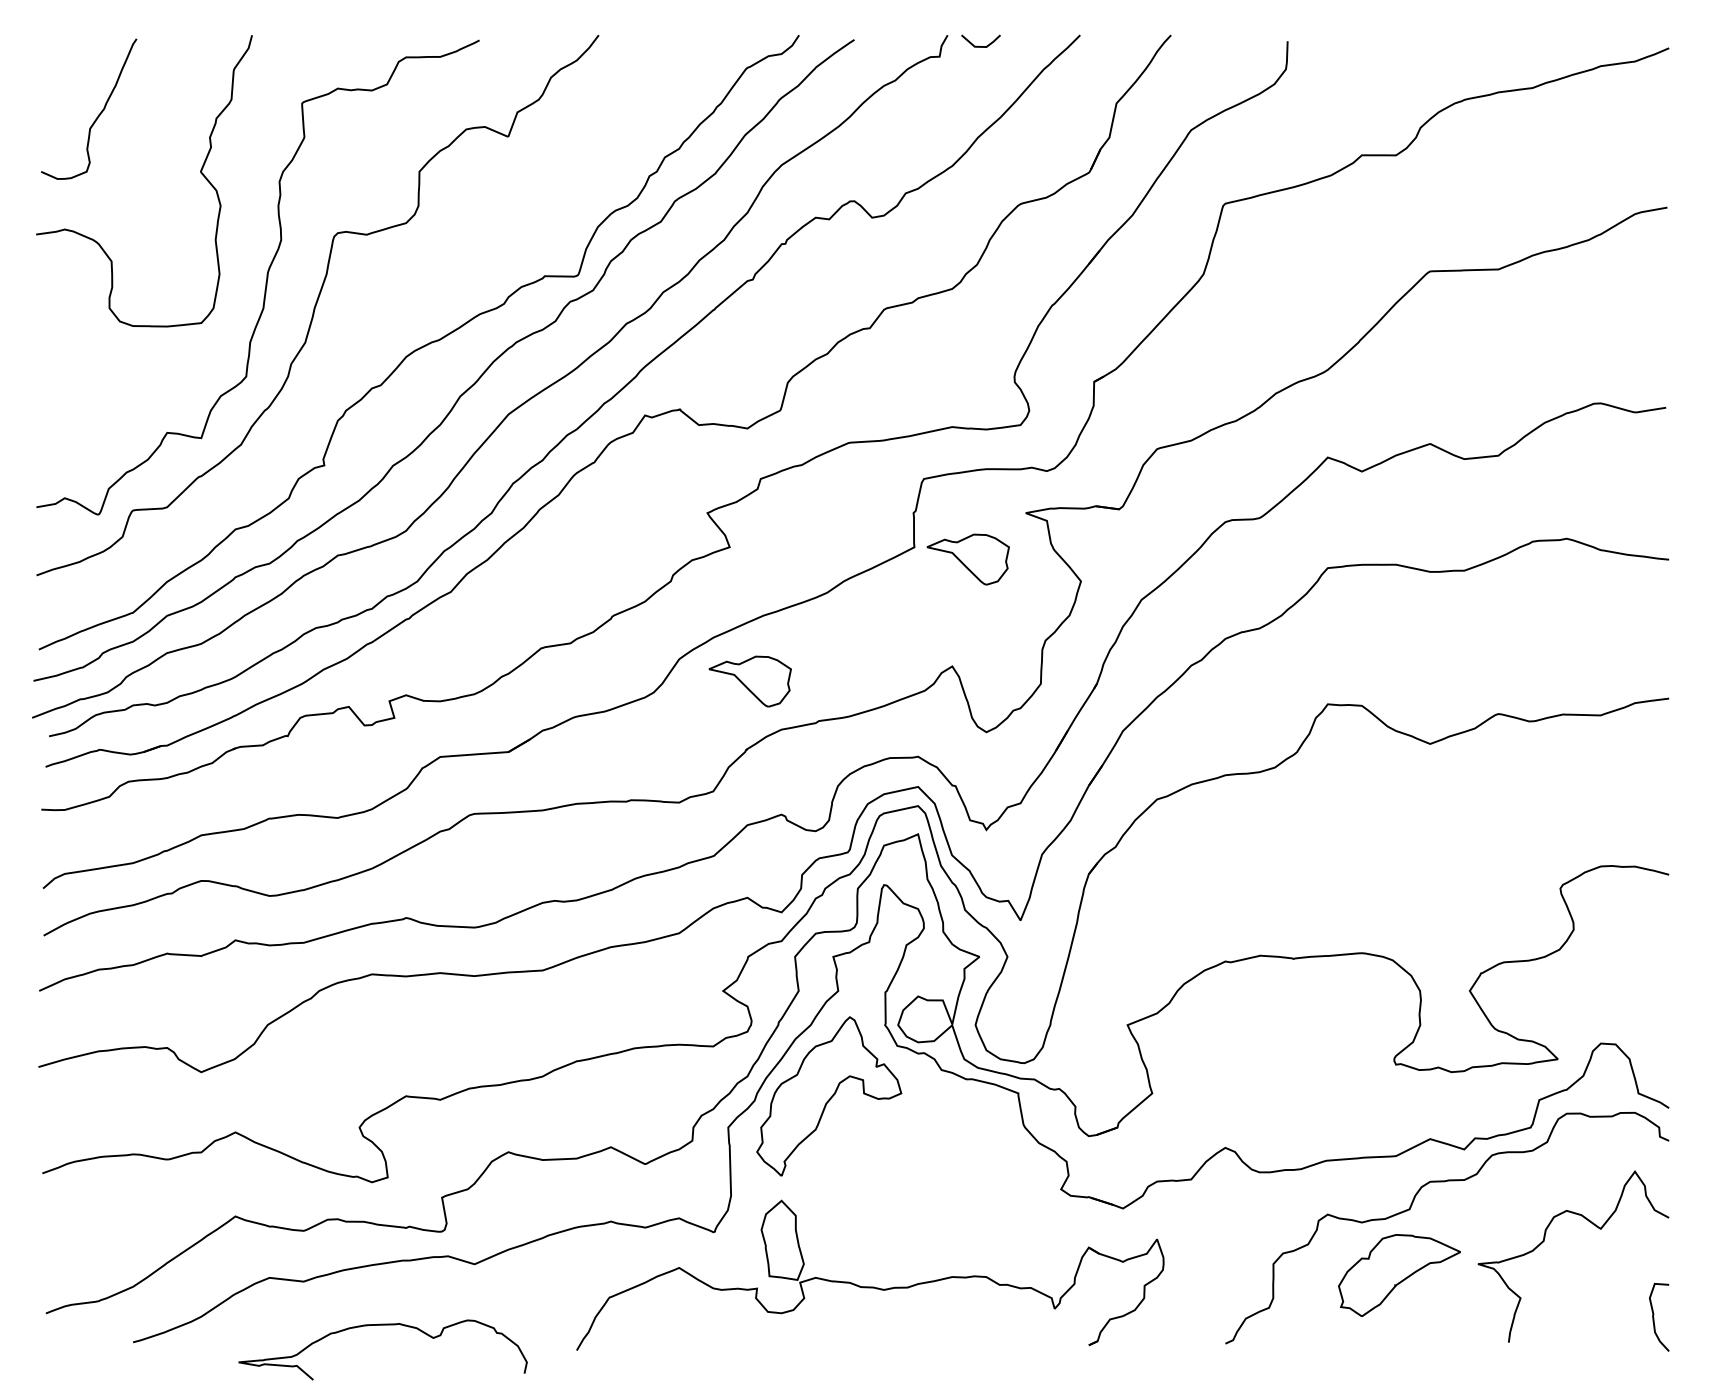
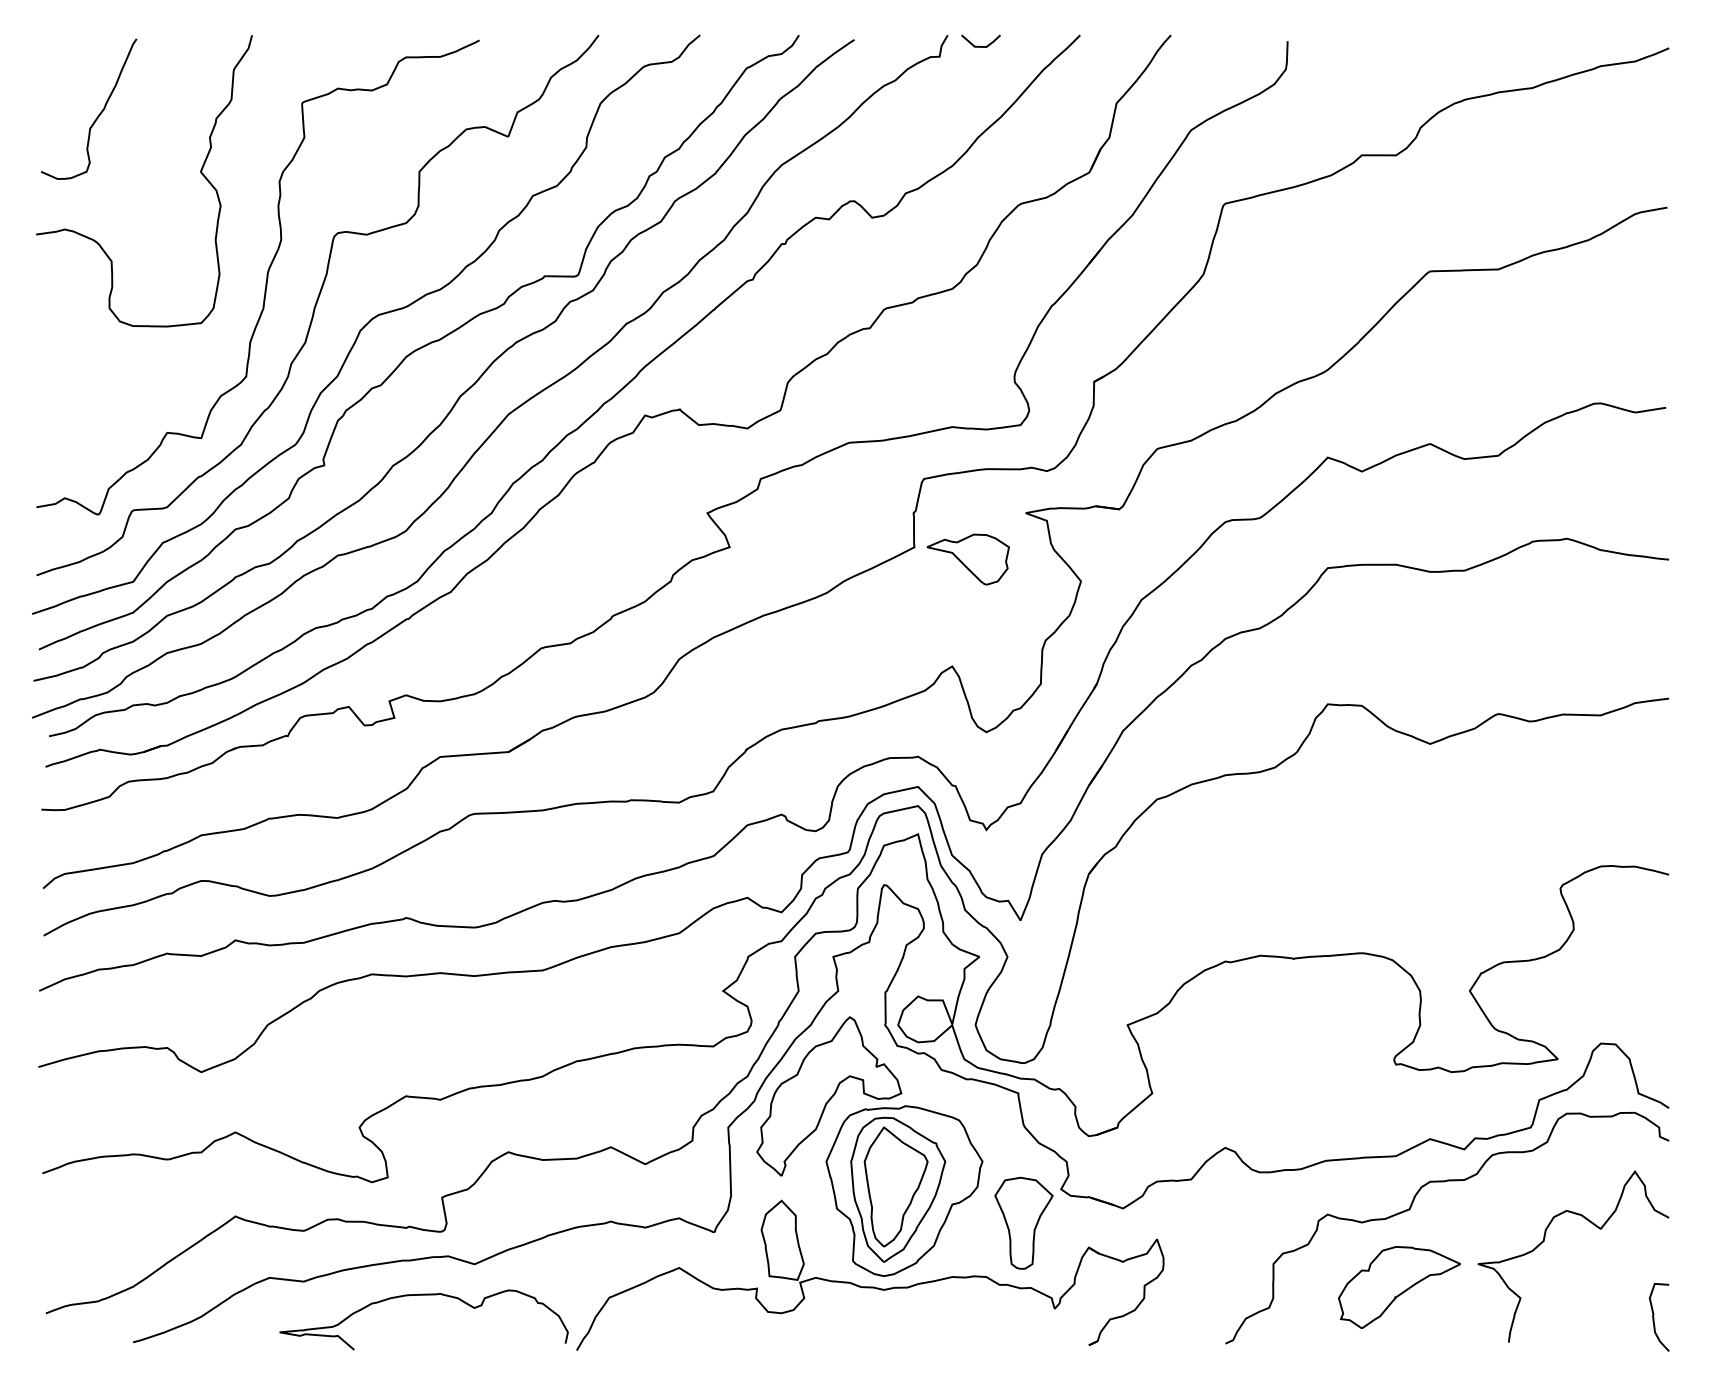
curve at (366, 324): none -> present
part at (749, 681): present -> none
part at (904, 1190): none -> present
part at (1023, 1222): none -> present
part at (1399, 1275) position: (1399, 1275) -> (1399, 1287)
curve at (382, 1325) position: (382, 1325) -> (423, 1295)
